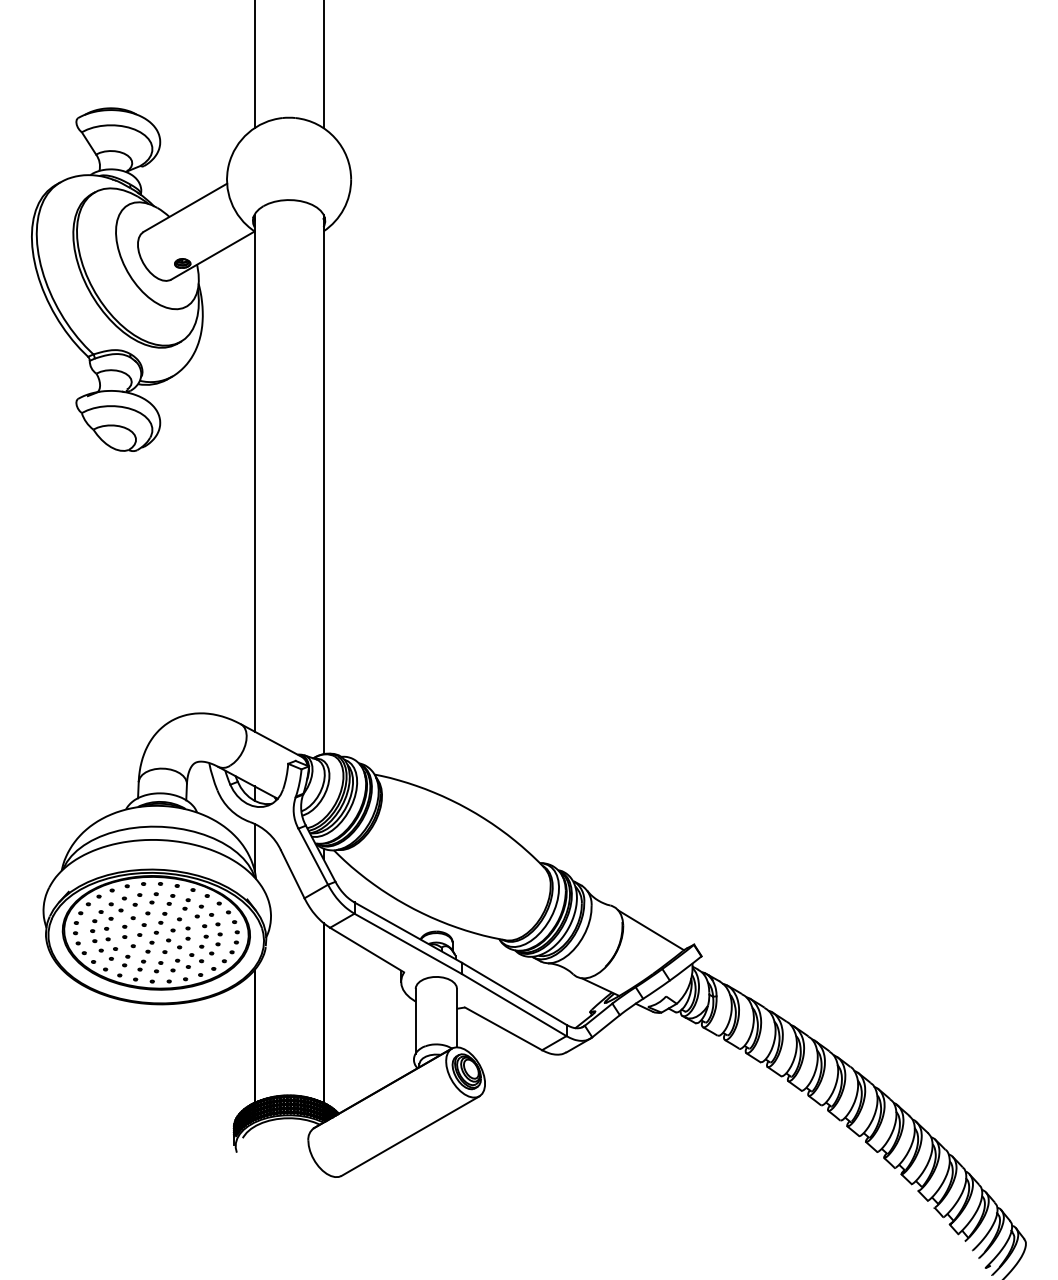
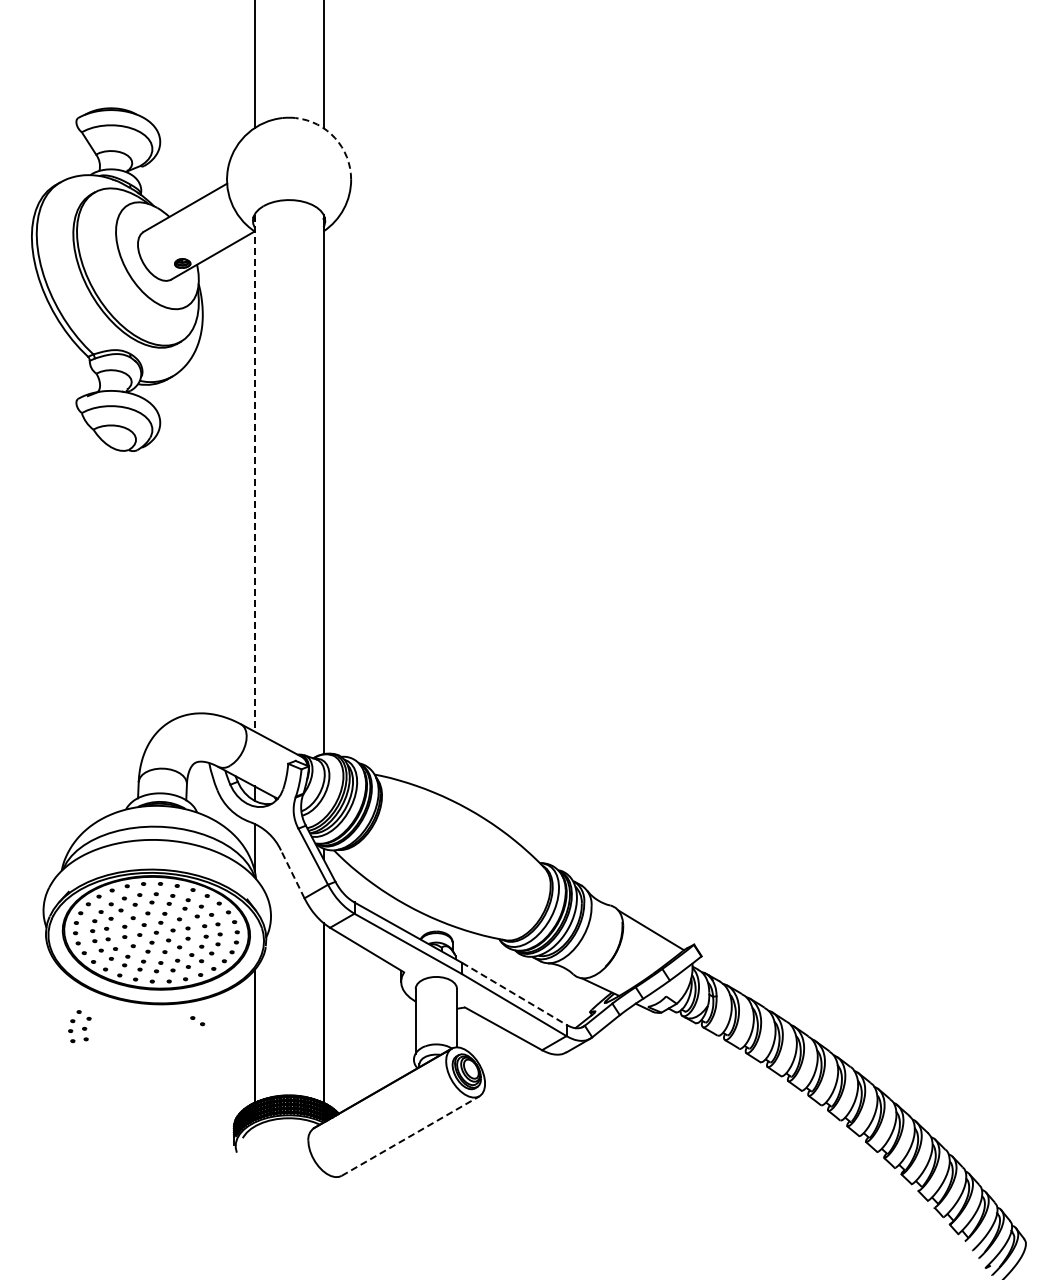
arc at (335, 138): solid -> dashed
line at (254, 473): solid -> dashed
line at (292, 874): solid -> dashed
line at (514, 993): solid -> dashed
part at (197, 1021): none -> present
part at (79, 1026): none -> present
line at (410, 1136): solid -> dashed
